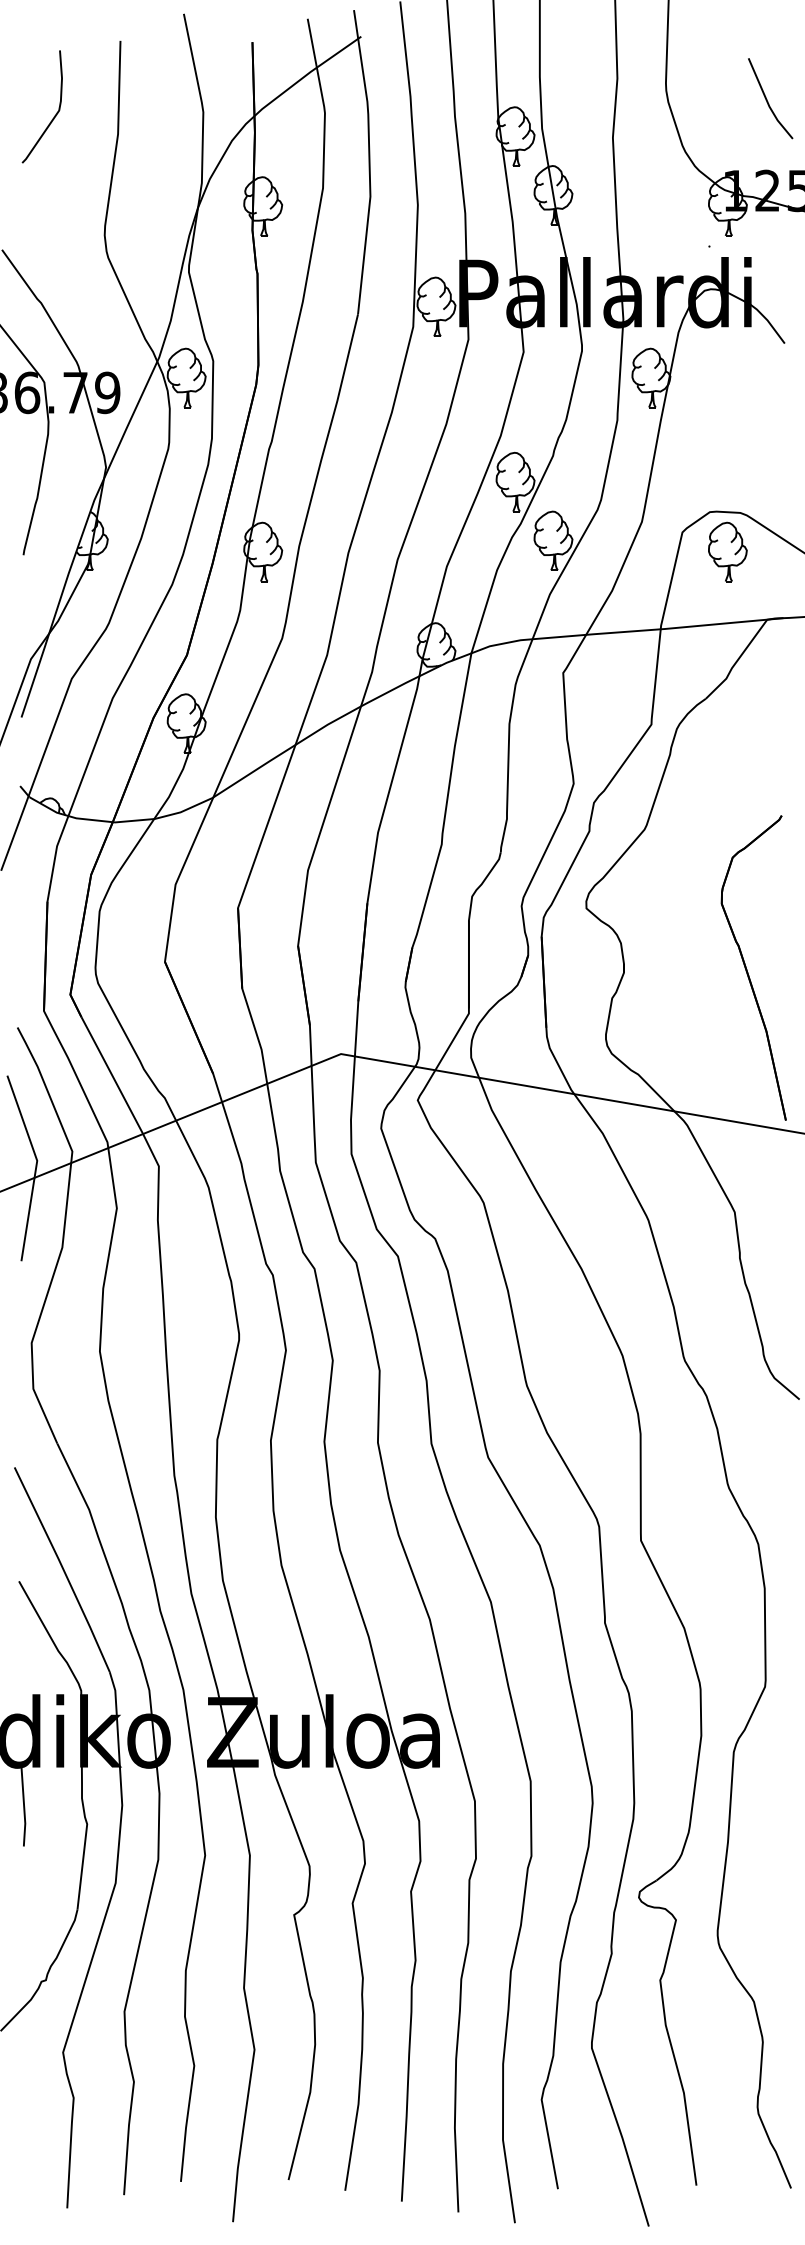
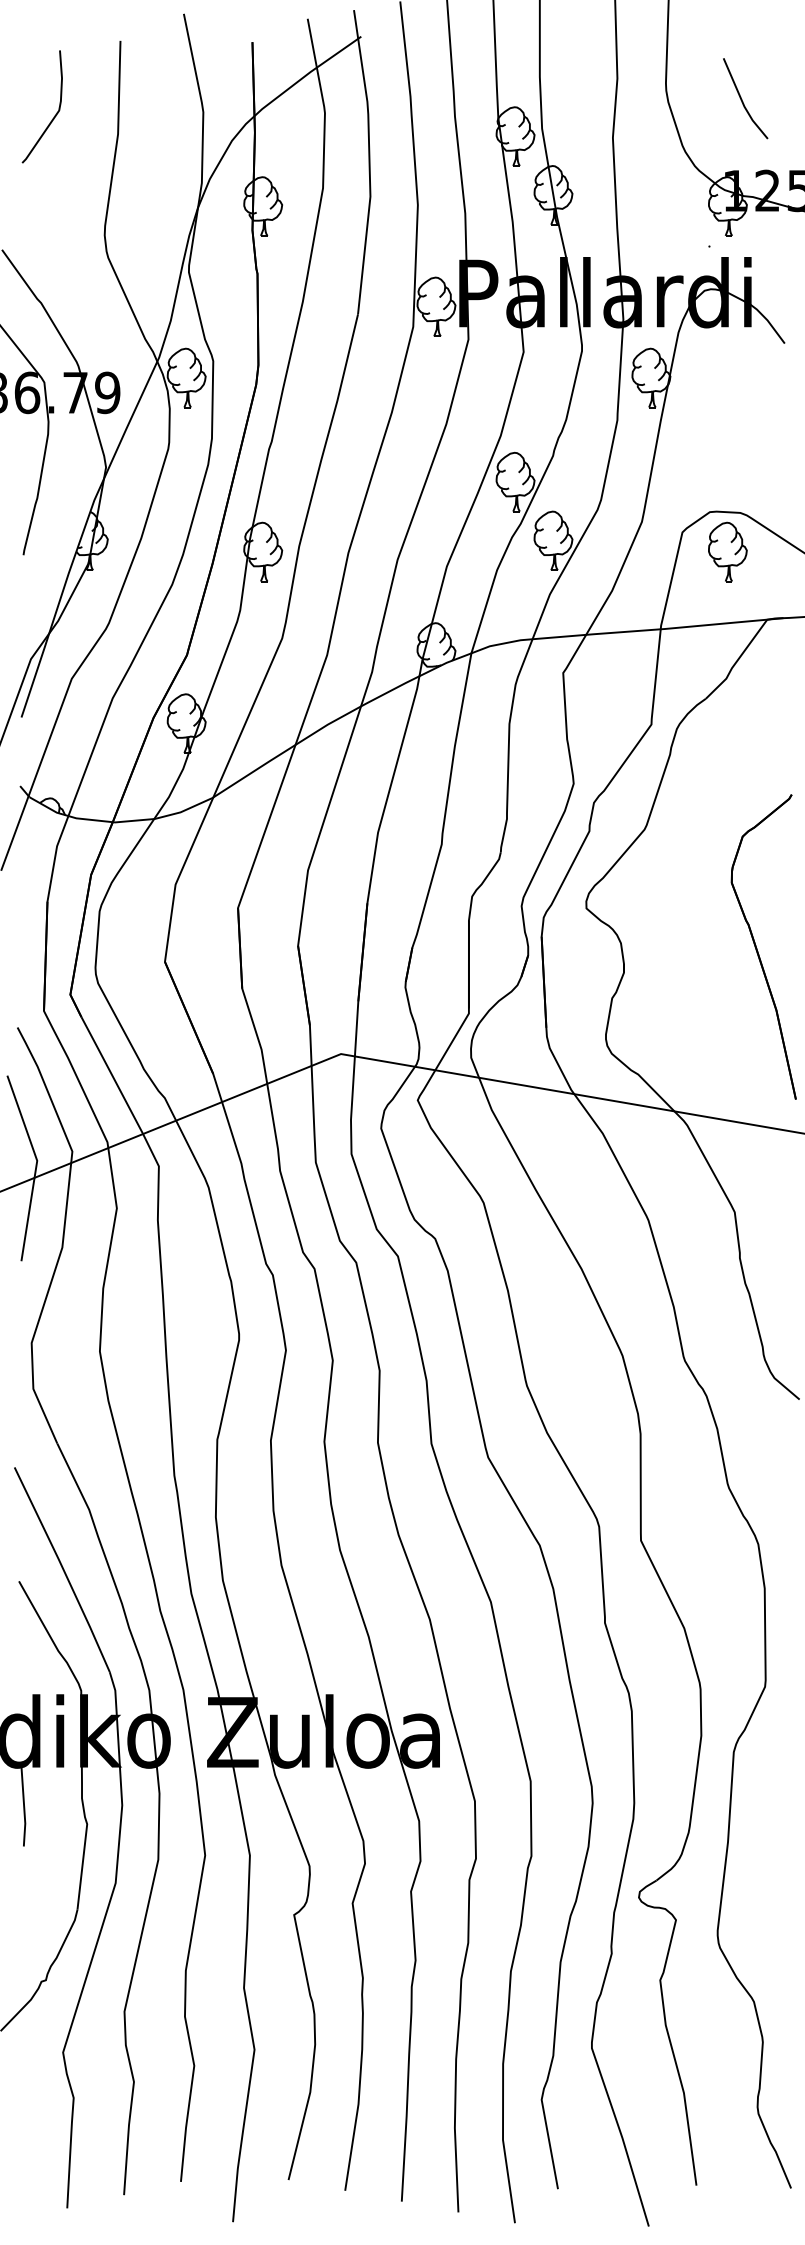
line at (767, 99) position: (767, 99) -> (742, 99)
part at (747, 969) position: (747, 969) -> (757, 948)
